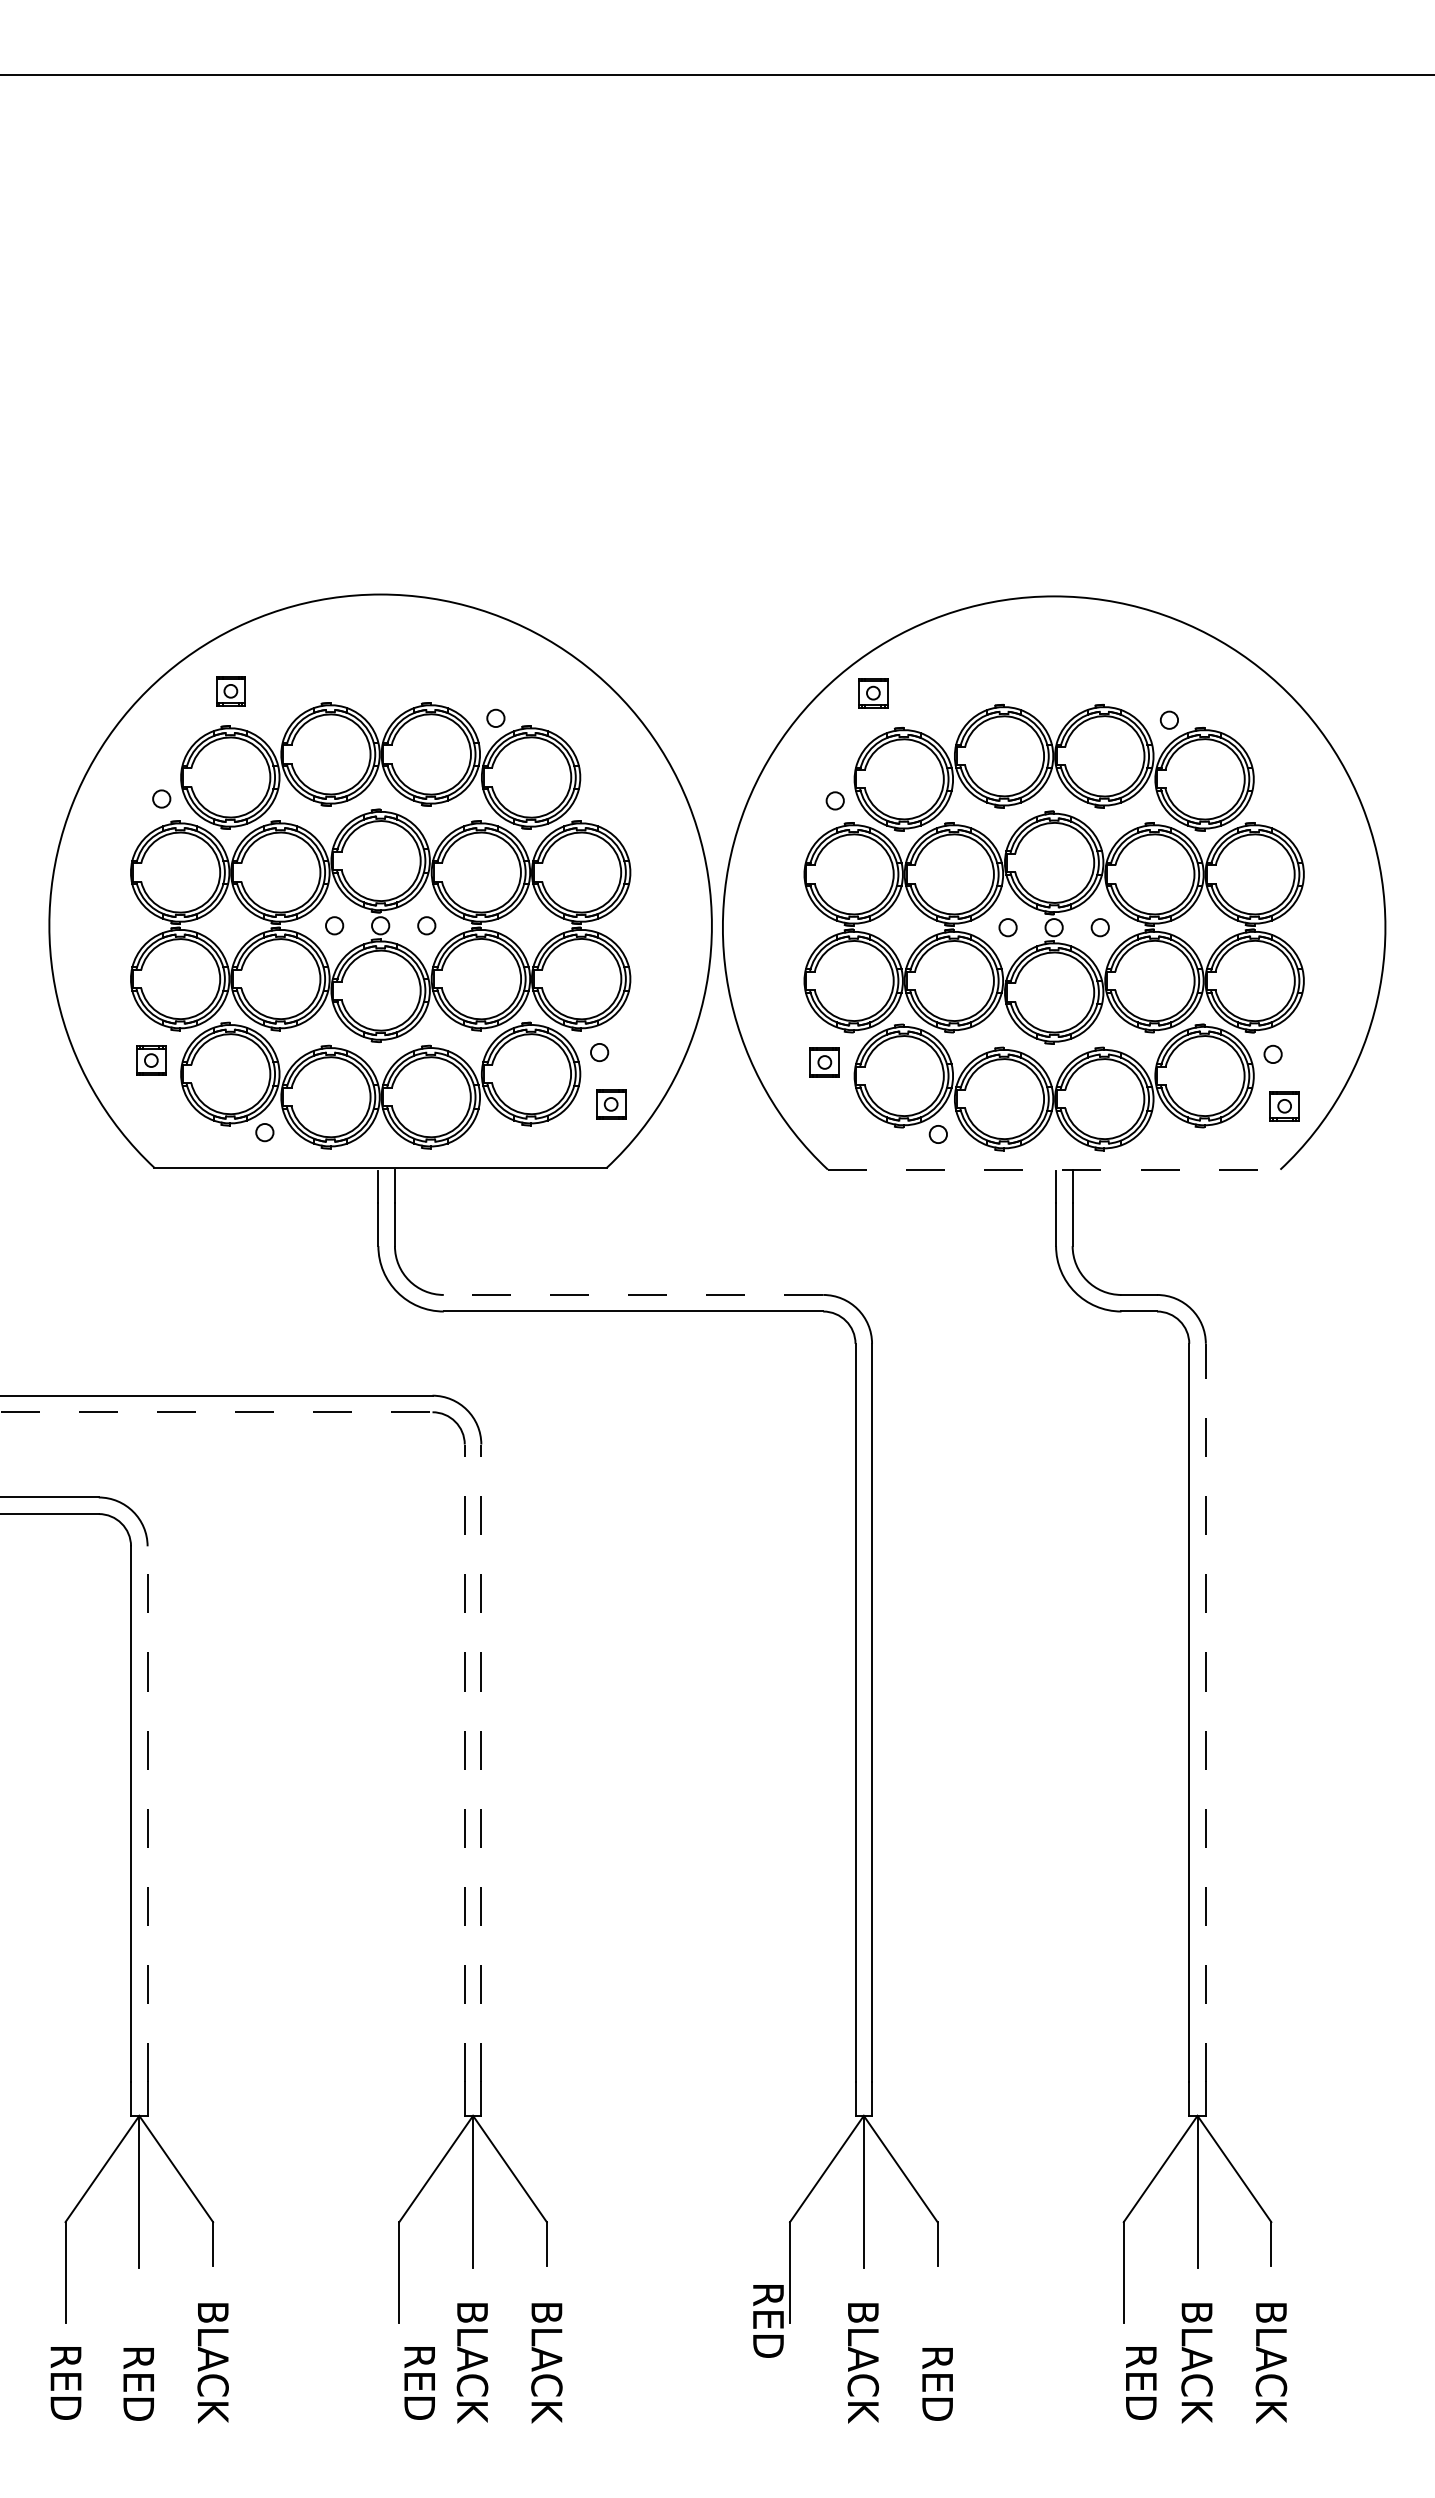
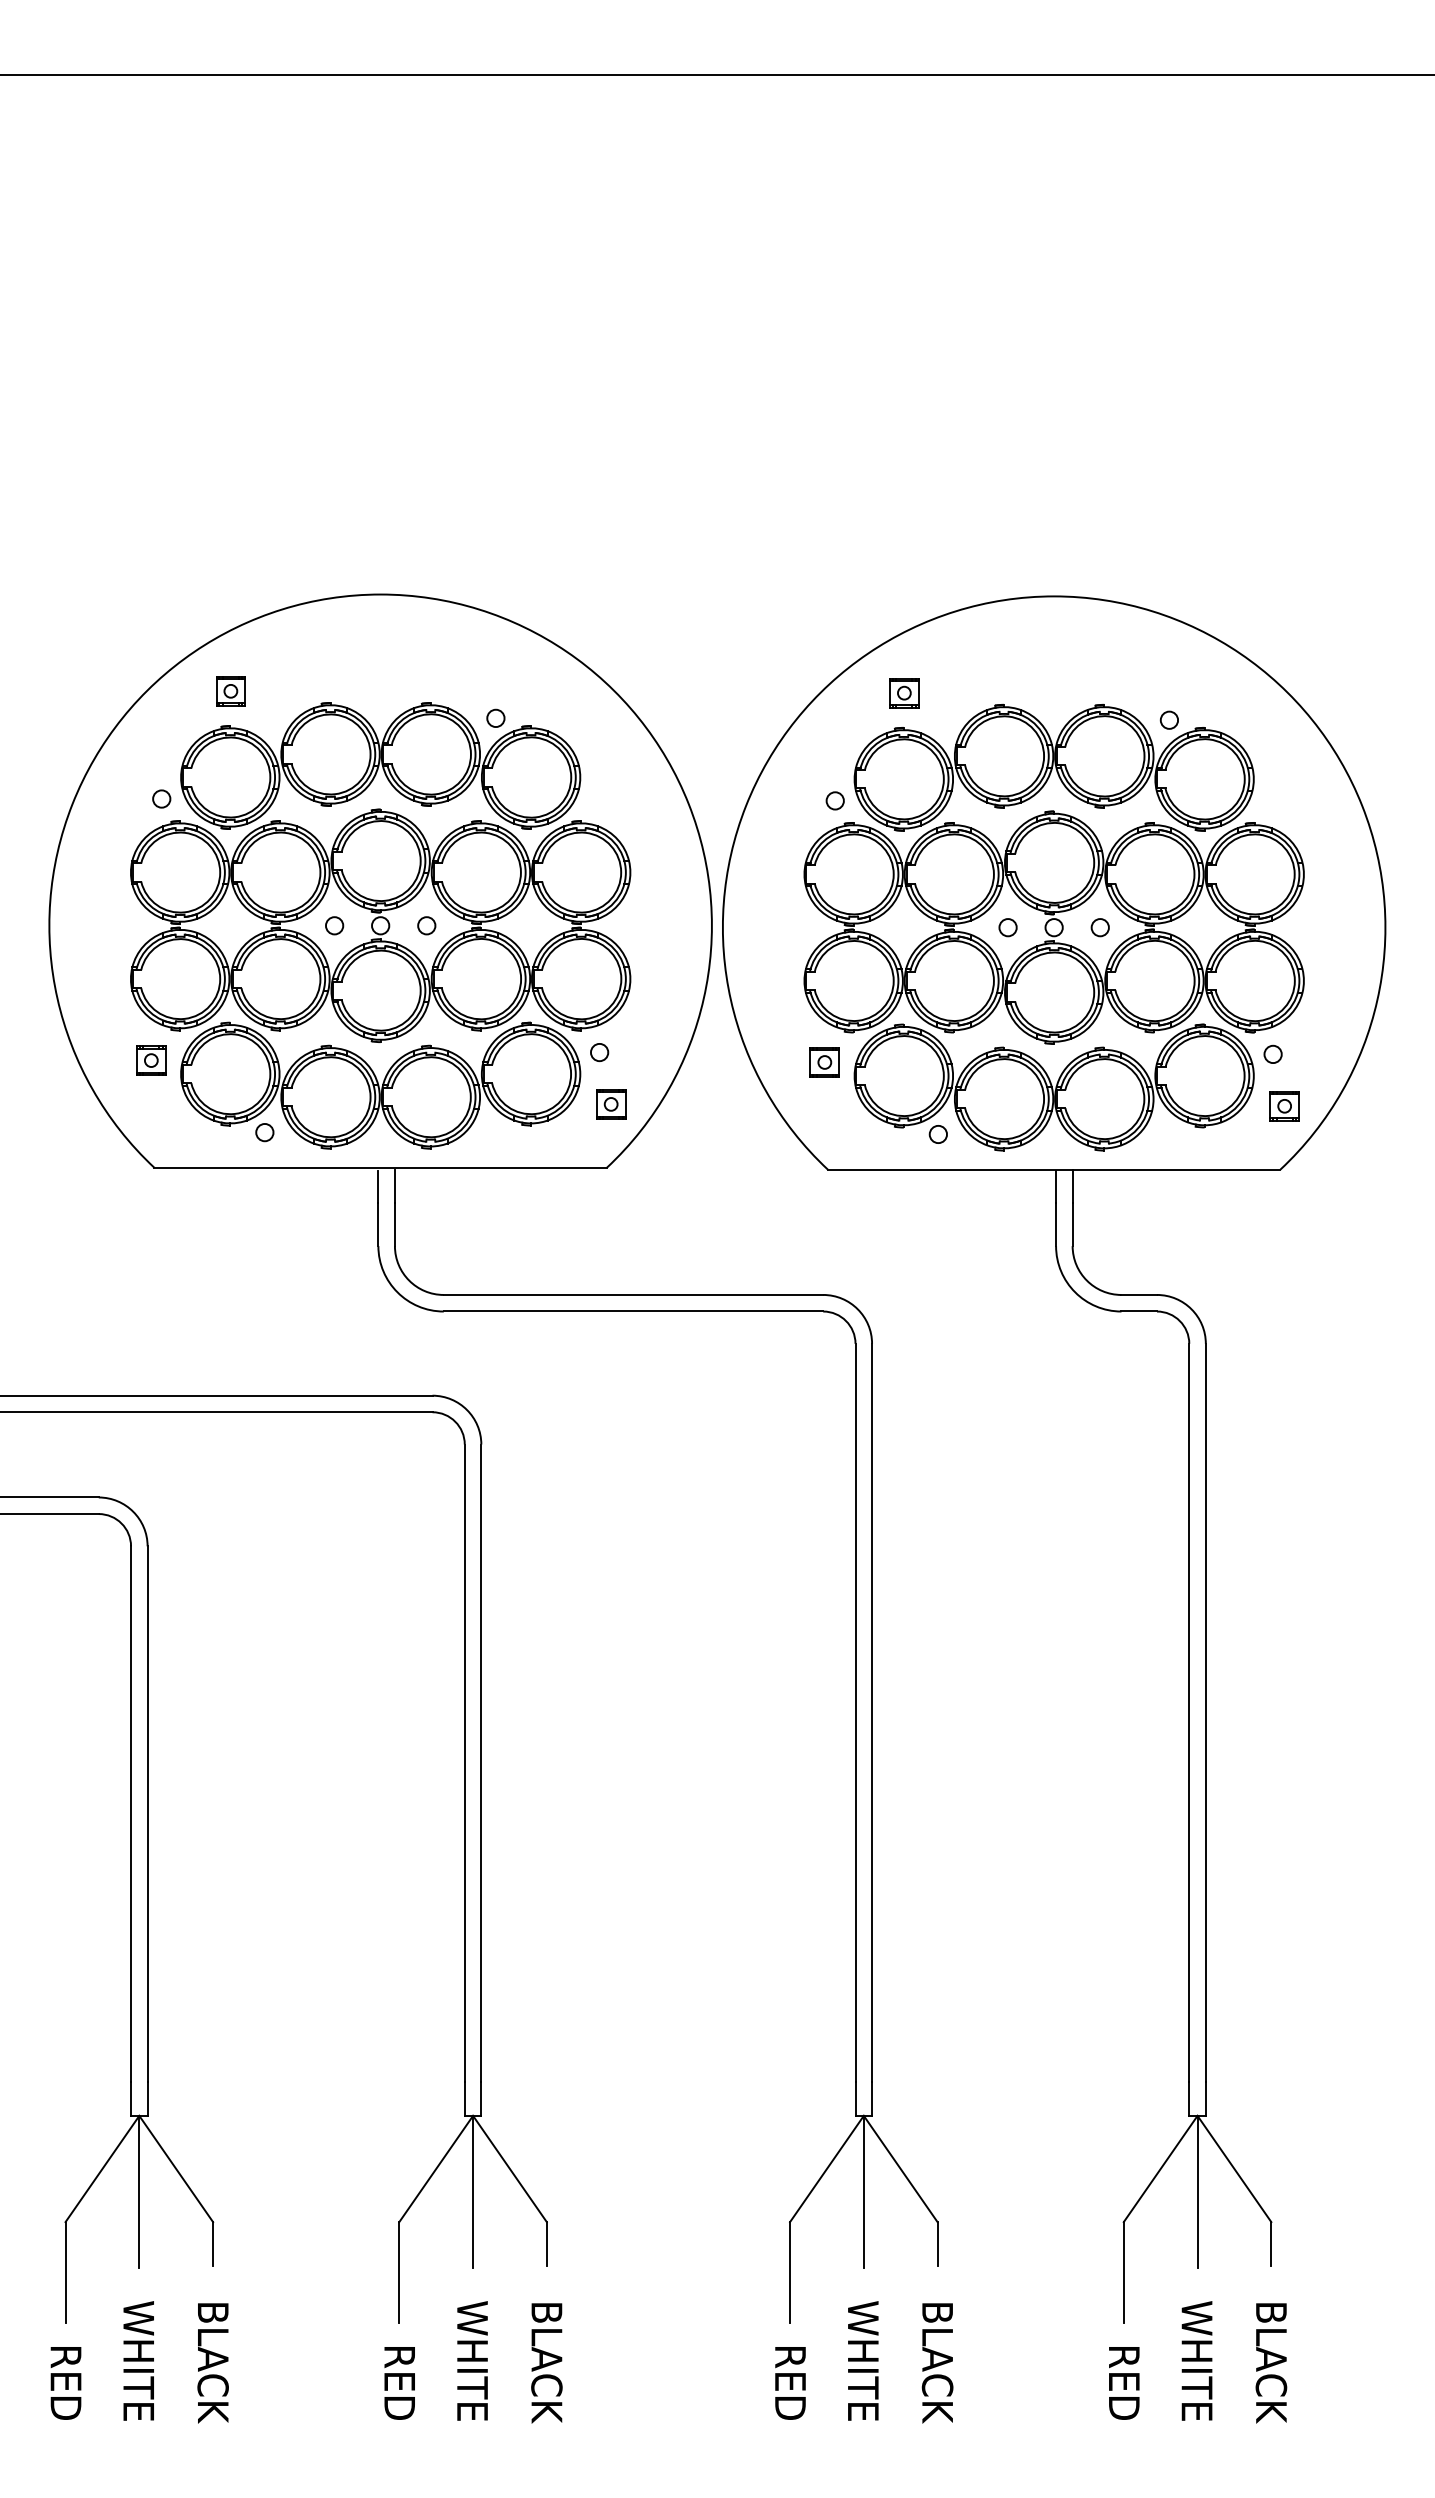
part at (873, 693) position: (873, 693) -> (904, 693)
line at (1054, 1169): dashed -> solid
line at (633, 1294): dashed -> solid
line at (216, 1412): dashed -> solid
line at (1205, 1712): dashed -> solid
line at (464, 1763): dashed -> solid
line at (481, 1763): dashed -> solid
line at (147, 1814): dashed -> solid
text at (768, 2321) position: (768, 2321) -> (790, 2383)
text at (138, 2360): RED -> WHITE
text at (472, 2362): BLACK -> WHITE
text at (863, 2362): BLACK -> WHITE
text at (1196, 2362): BLACK -> WHITE
text at (937, 2363): RED -> BLACK
text at (419, 2383) position: (419, 2383) -> (399, 2383)
text at (1141, 2383) position: (1141, 2383) -> (1124, 2383)
